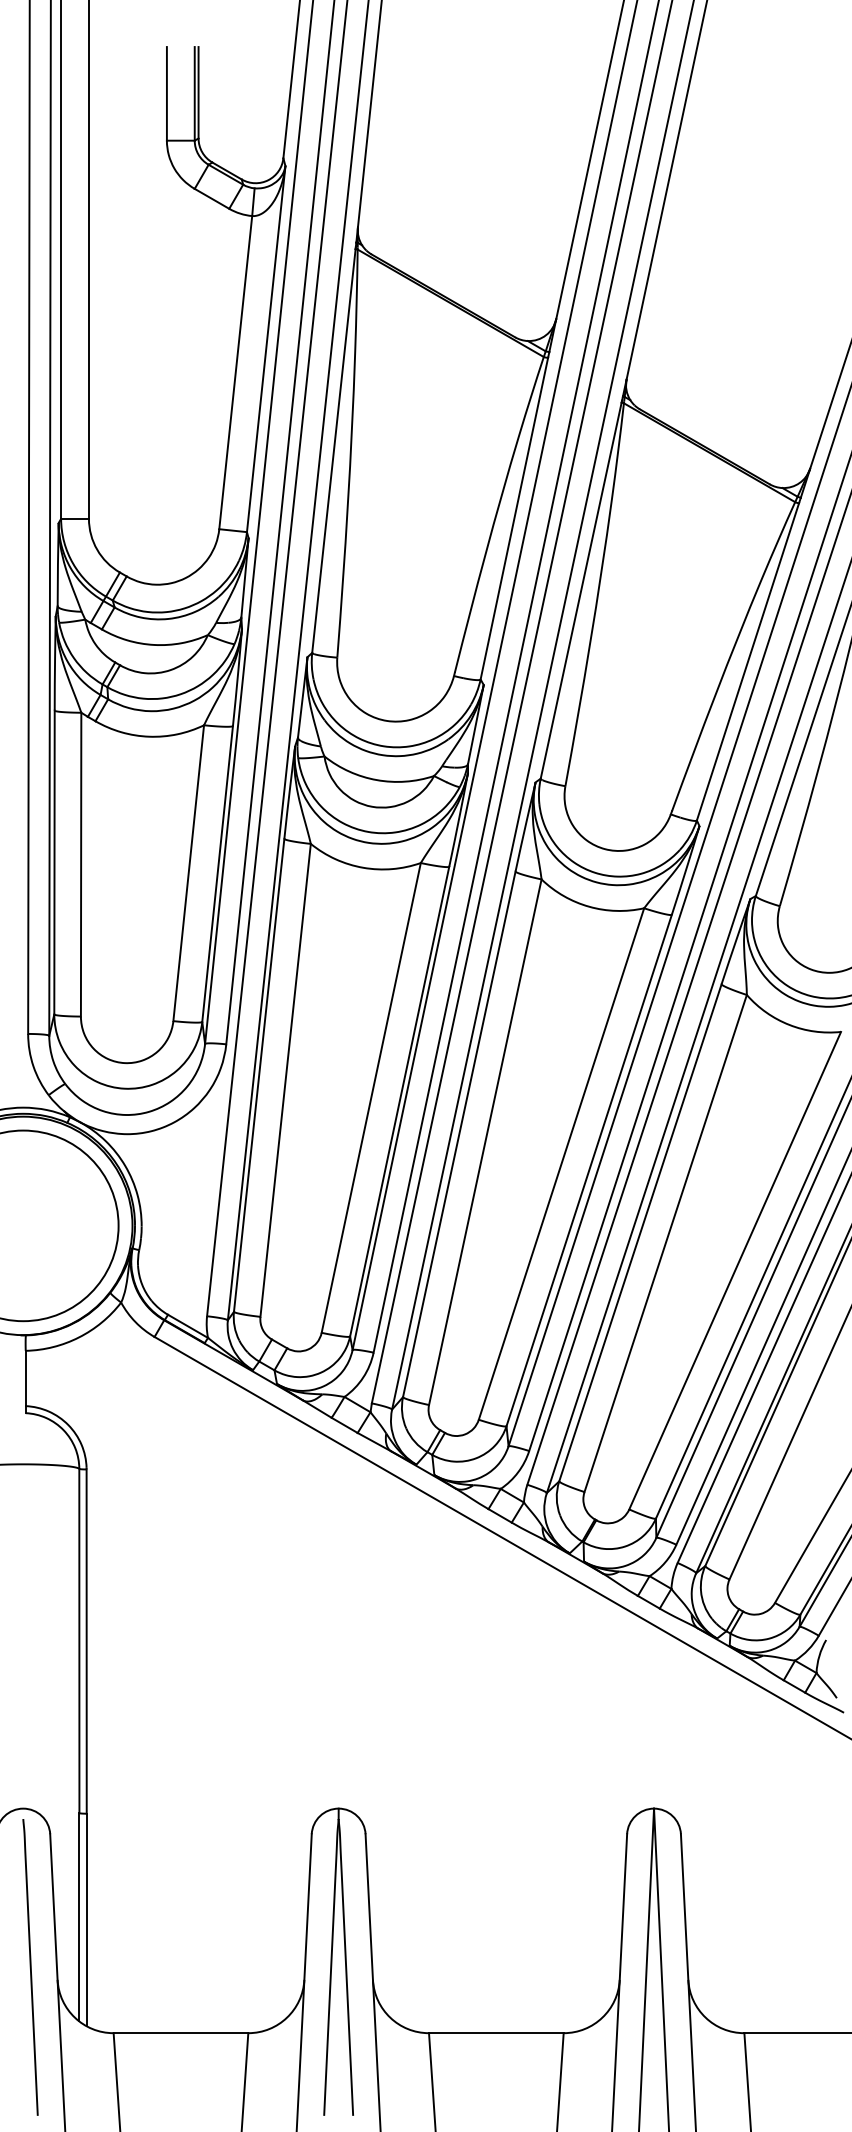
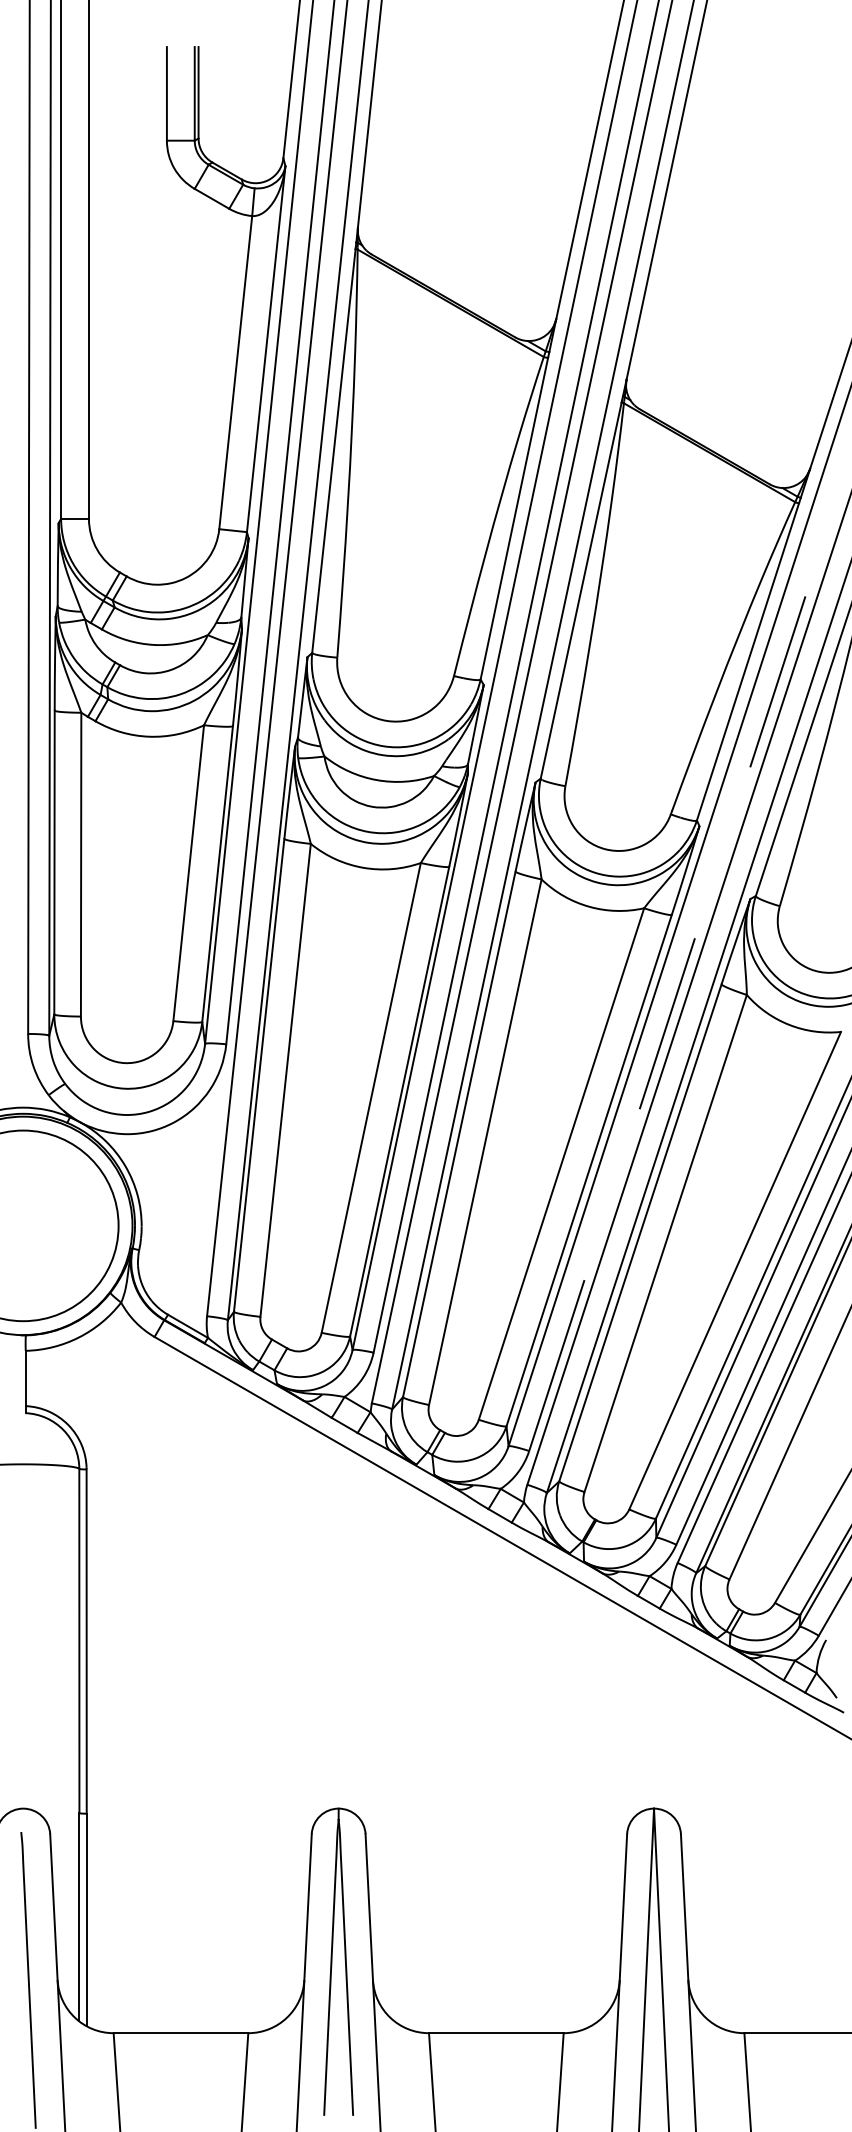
line at (690, 951): solid -> dashed
line at (30, 1967) position: (30, 1967) -> (28, 1980)
